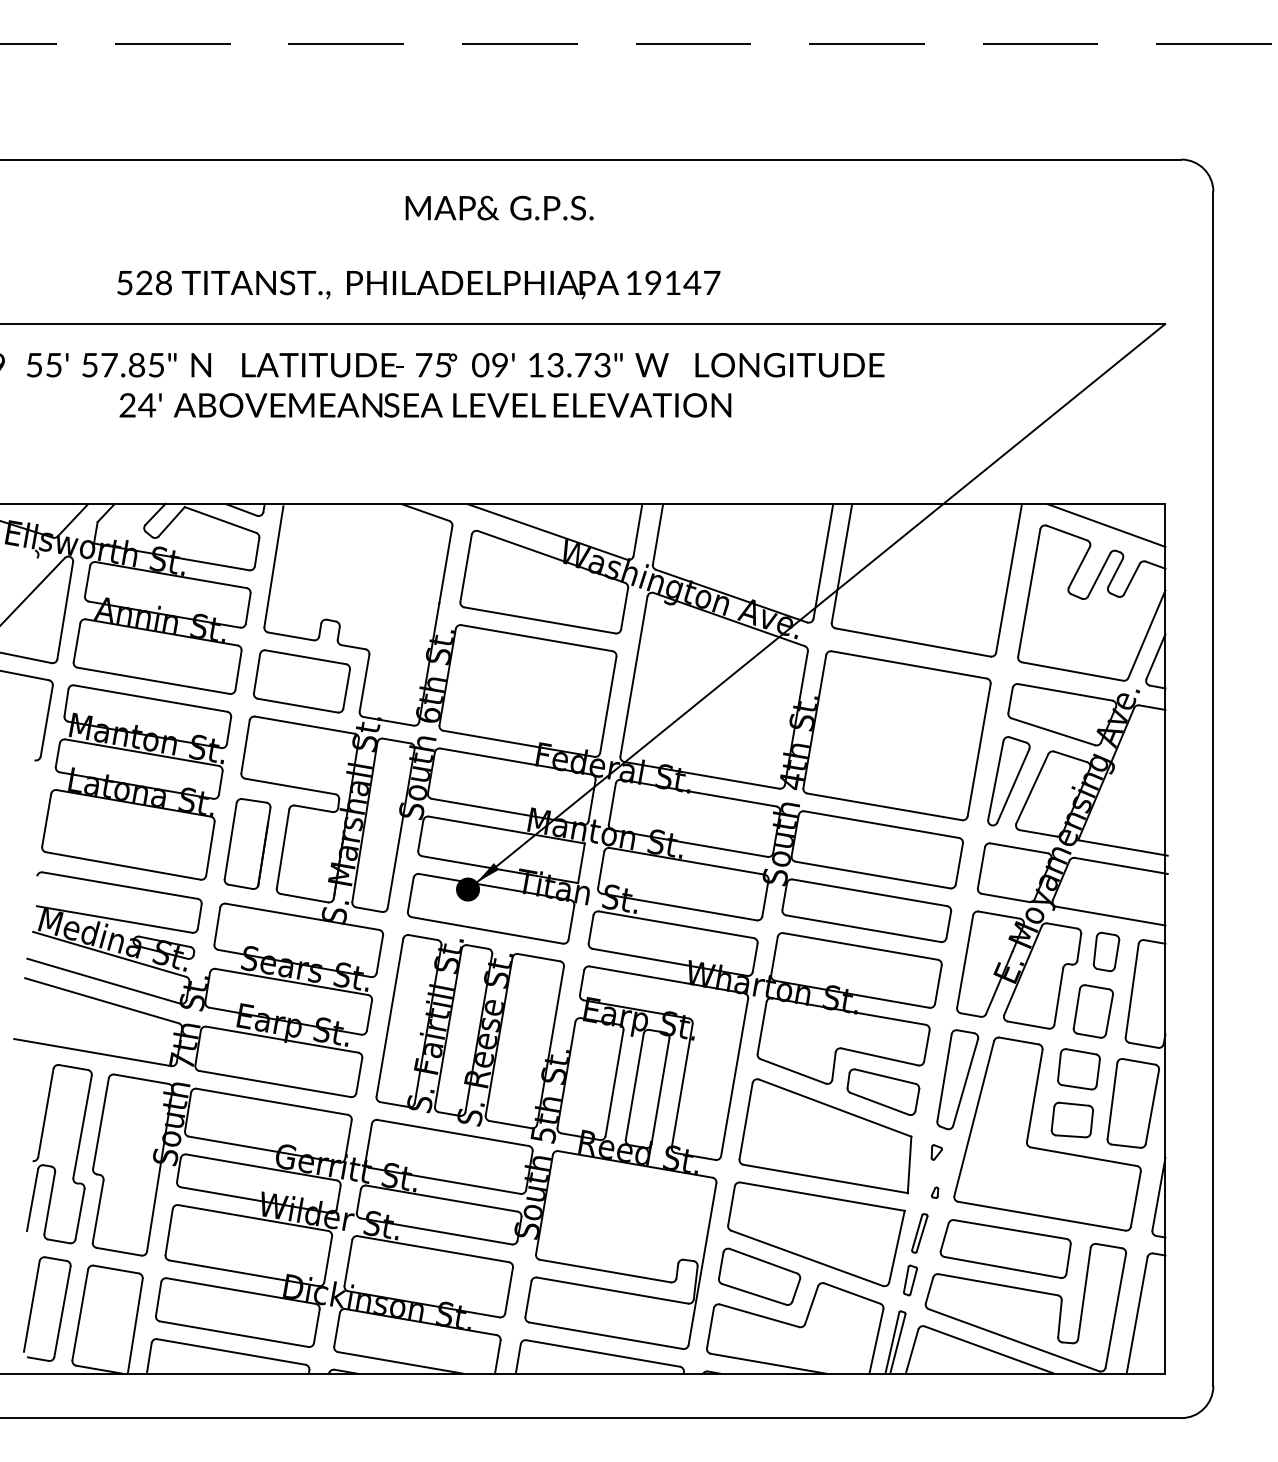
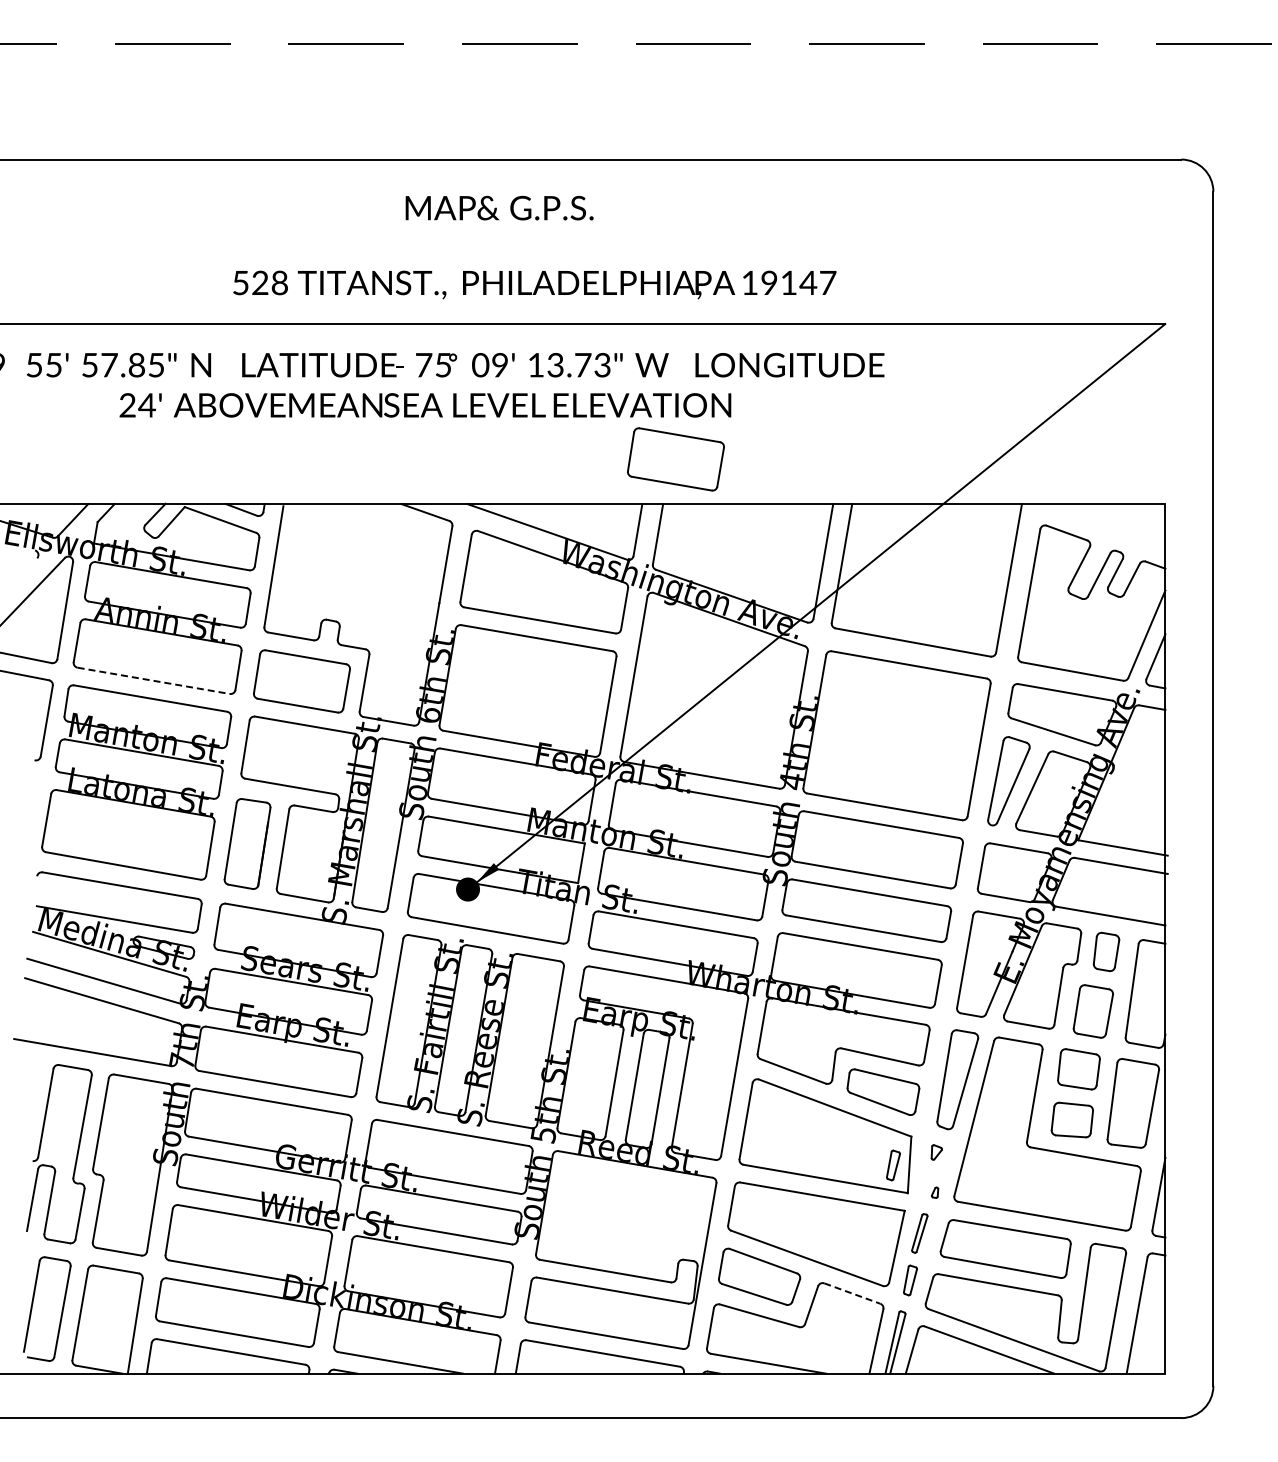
text at (418, 284) position: (418, 284) -> (534, 284)
part at (675, 459): none -> present
line at (1106, 525): present -> none
line at (154, 680): solid -> dashed
part at (893, 1165): none -> present
line at (852, 1293): solid -> dashed
